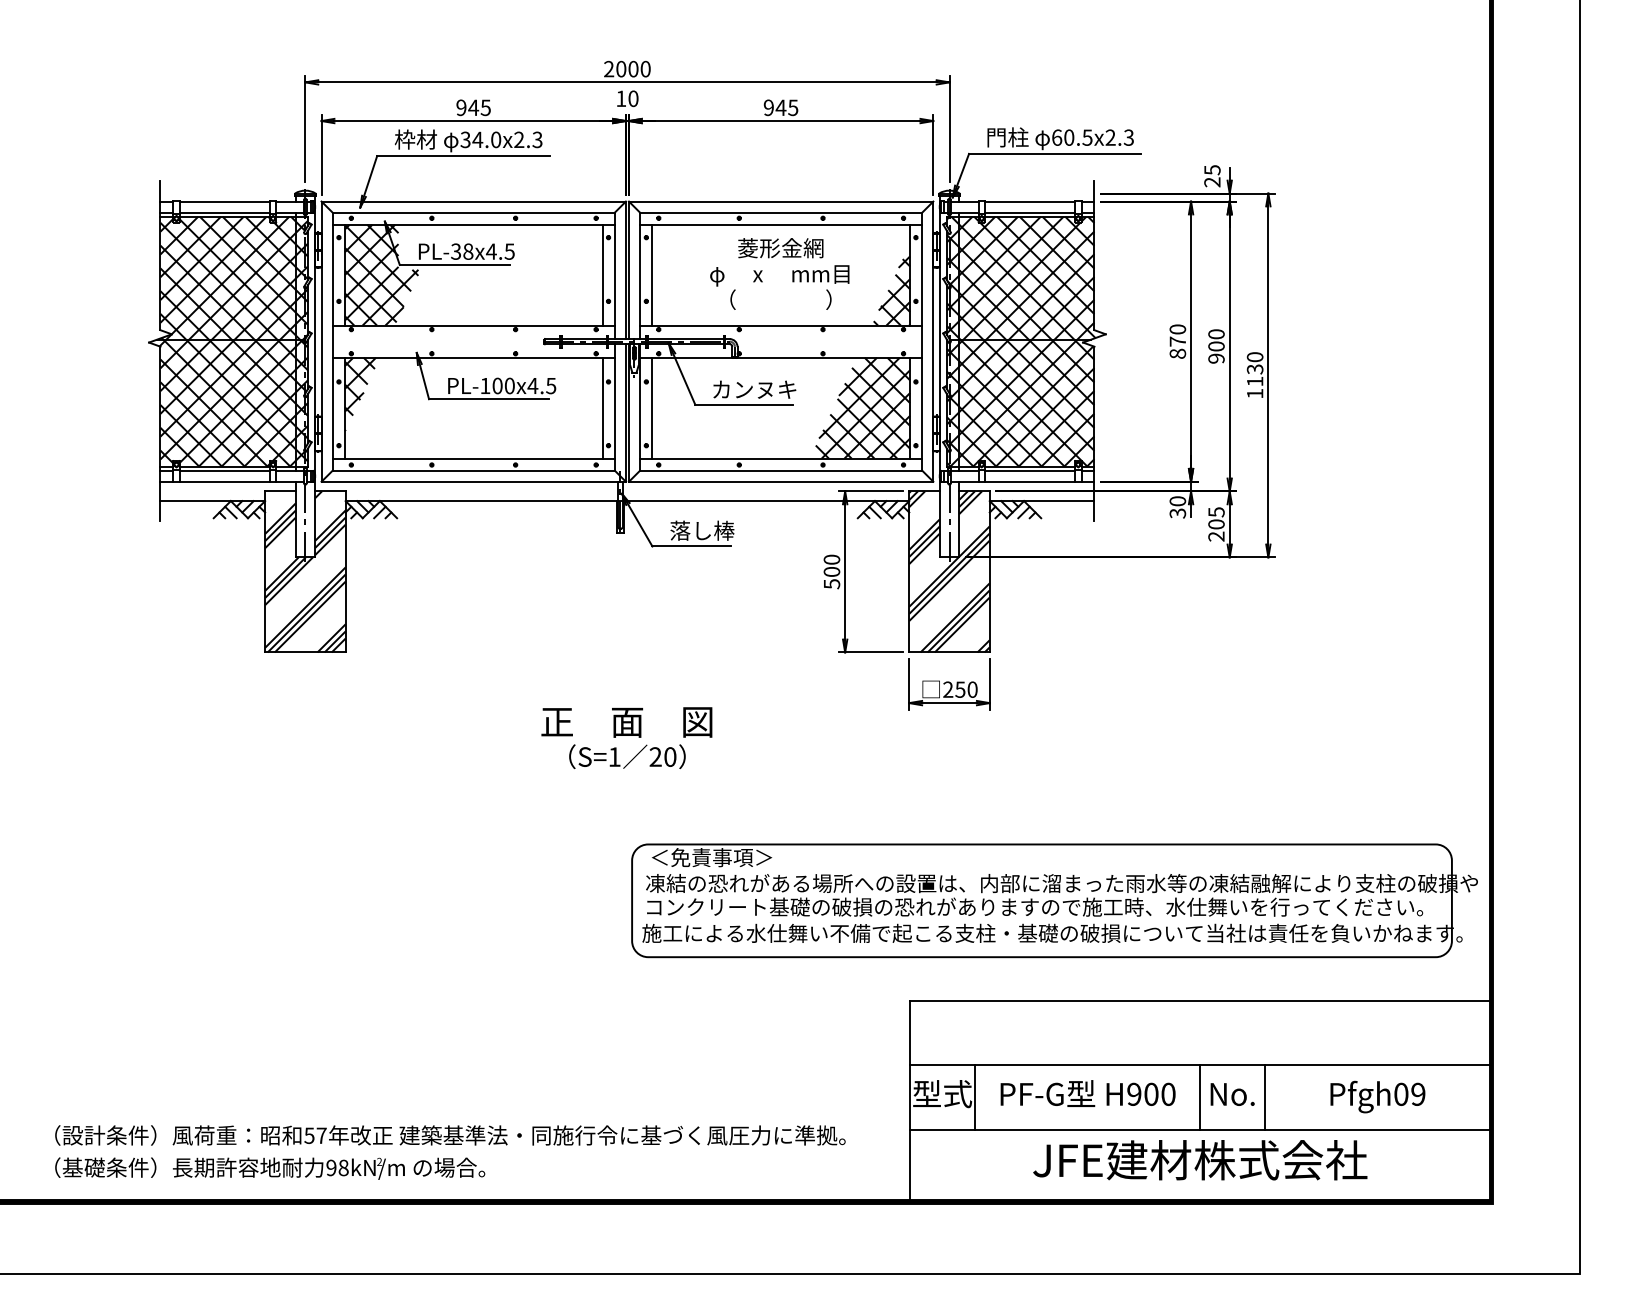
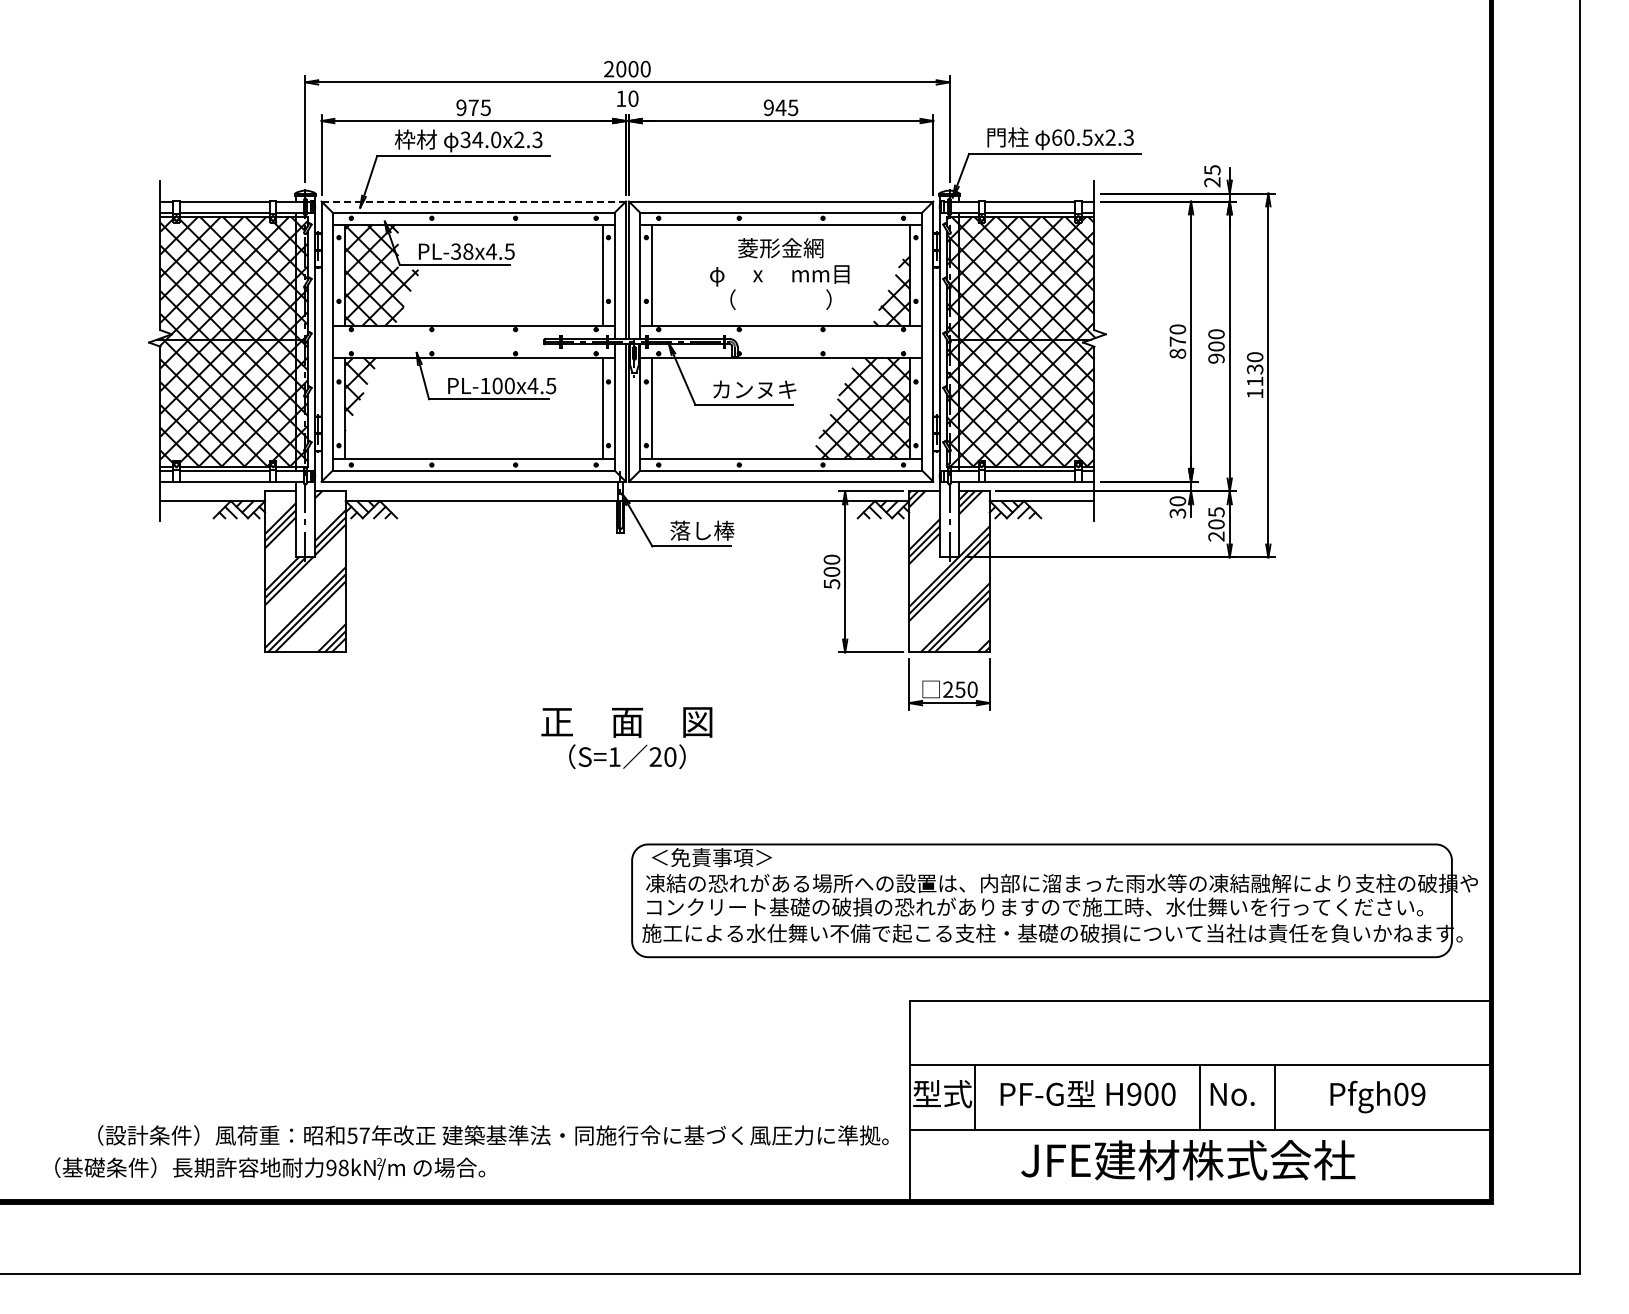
text at (473, 107): 945 -> 975
line at (474, 201): solid -> dashed
line at (1264, 1097) position: (1264, 1097) -> (1274, 1097)
text at (450, 1135) position: (450, 1135) -> (493, 1135)
text at (1200, 1160) position: (1200, 1160) -> (1188, 1160)
